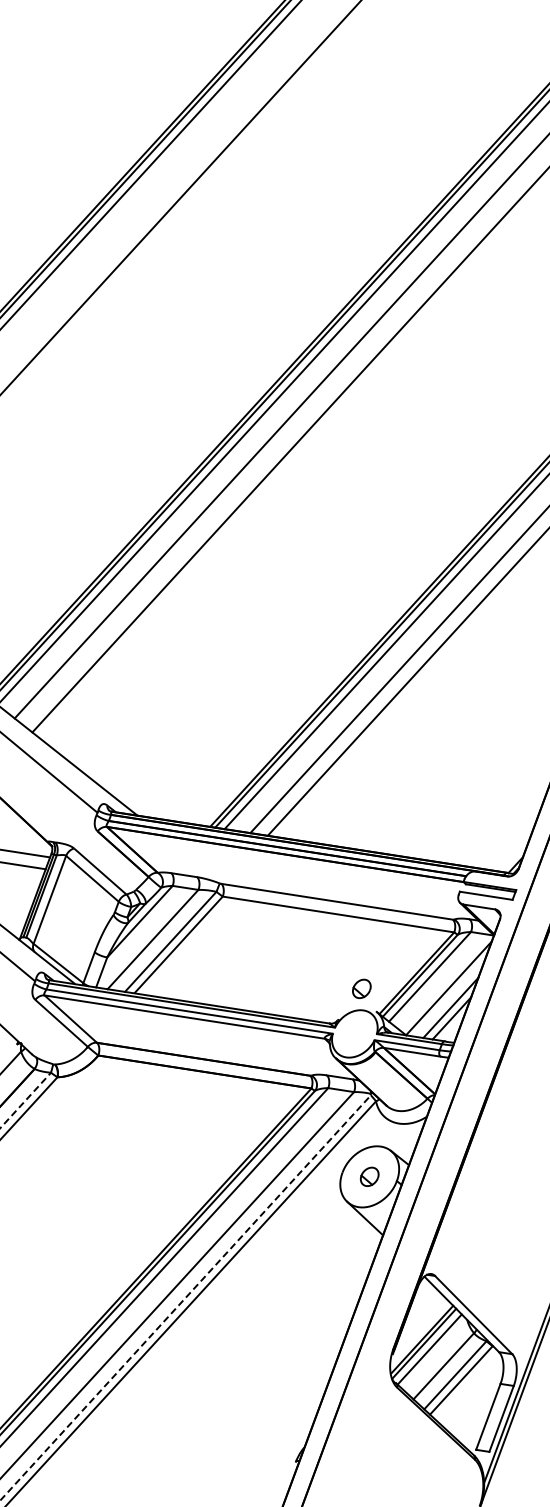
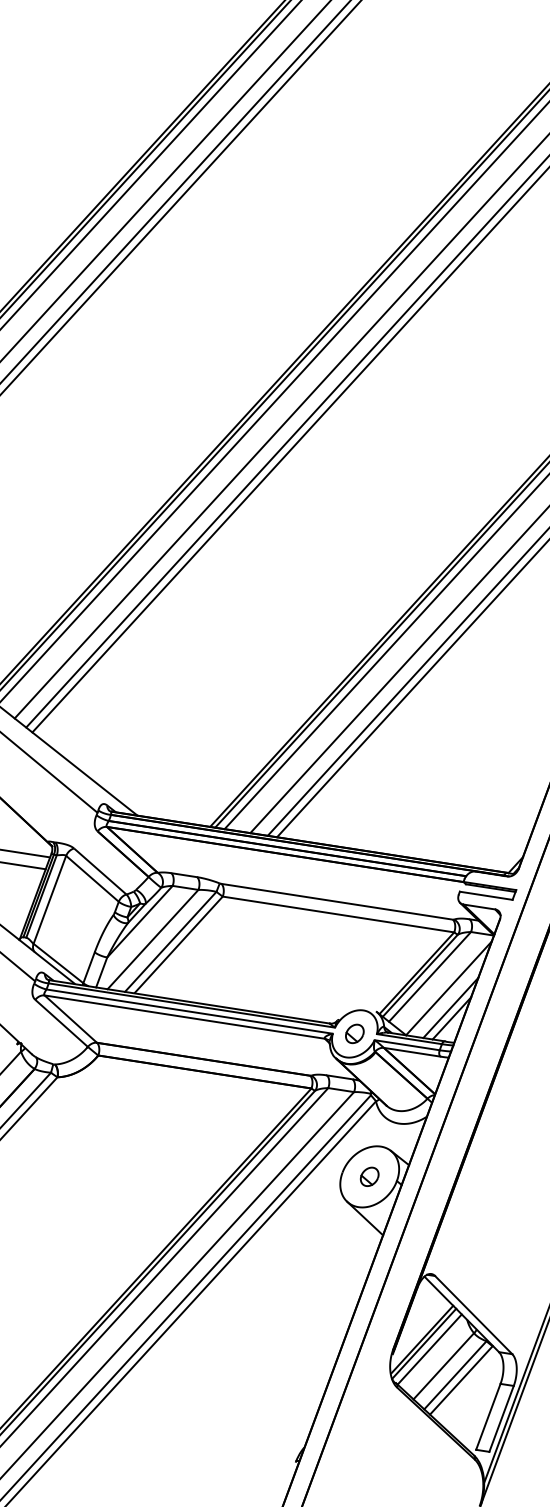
line at (165, 180): none -> present
line at (175, 191): none -> present
line at (286, 442): none -> present
line at (411, 689): none -> present
part at (361, 988) position: (361, 988) -> (354, 1033)
line at (26, 1100): dashed -> solid
line at (185, 1298): dashed -> solid
